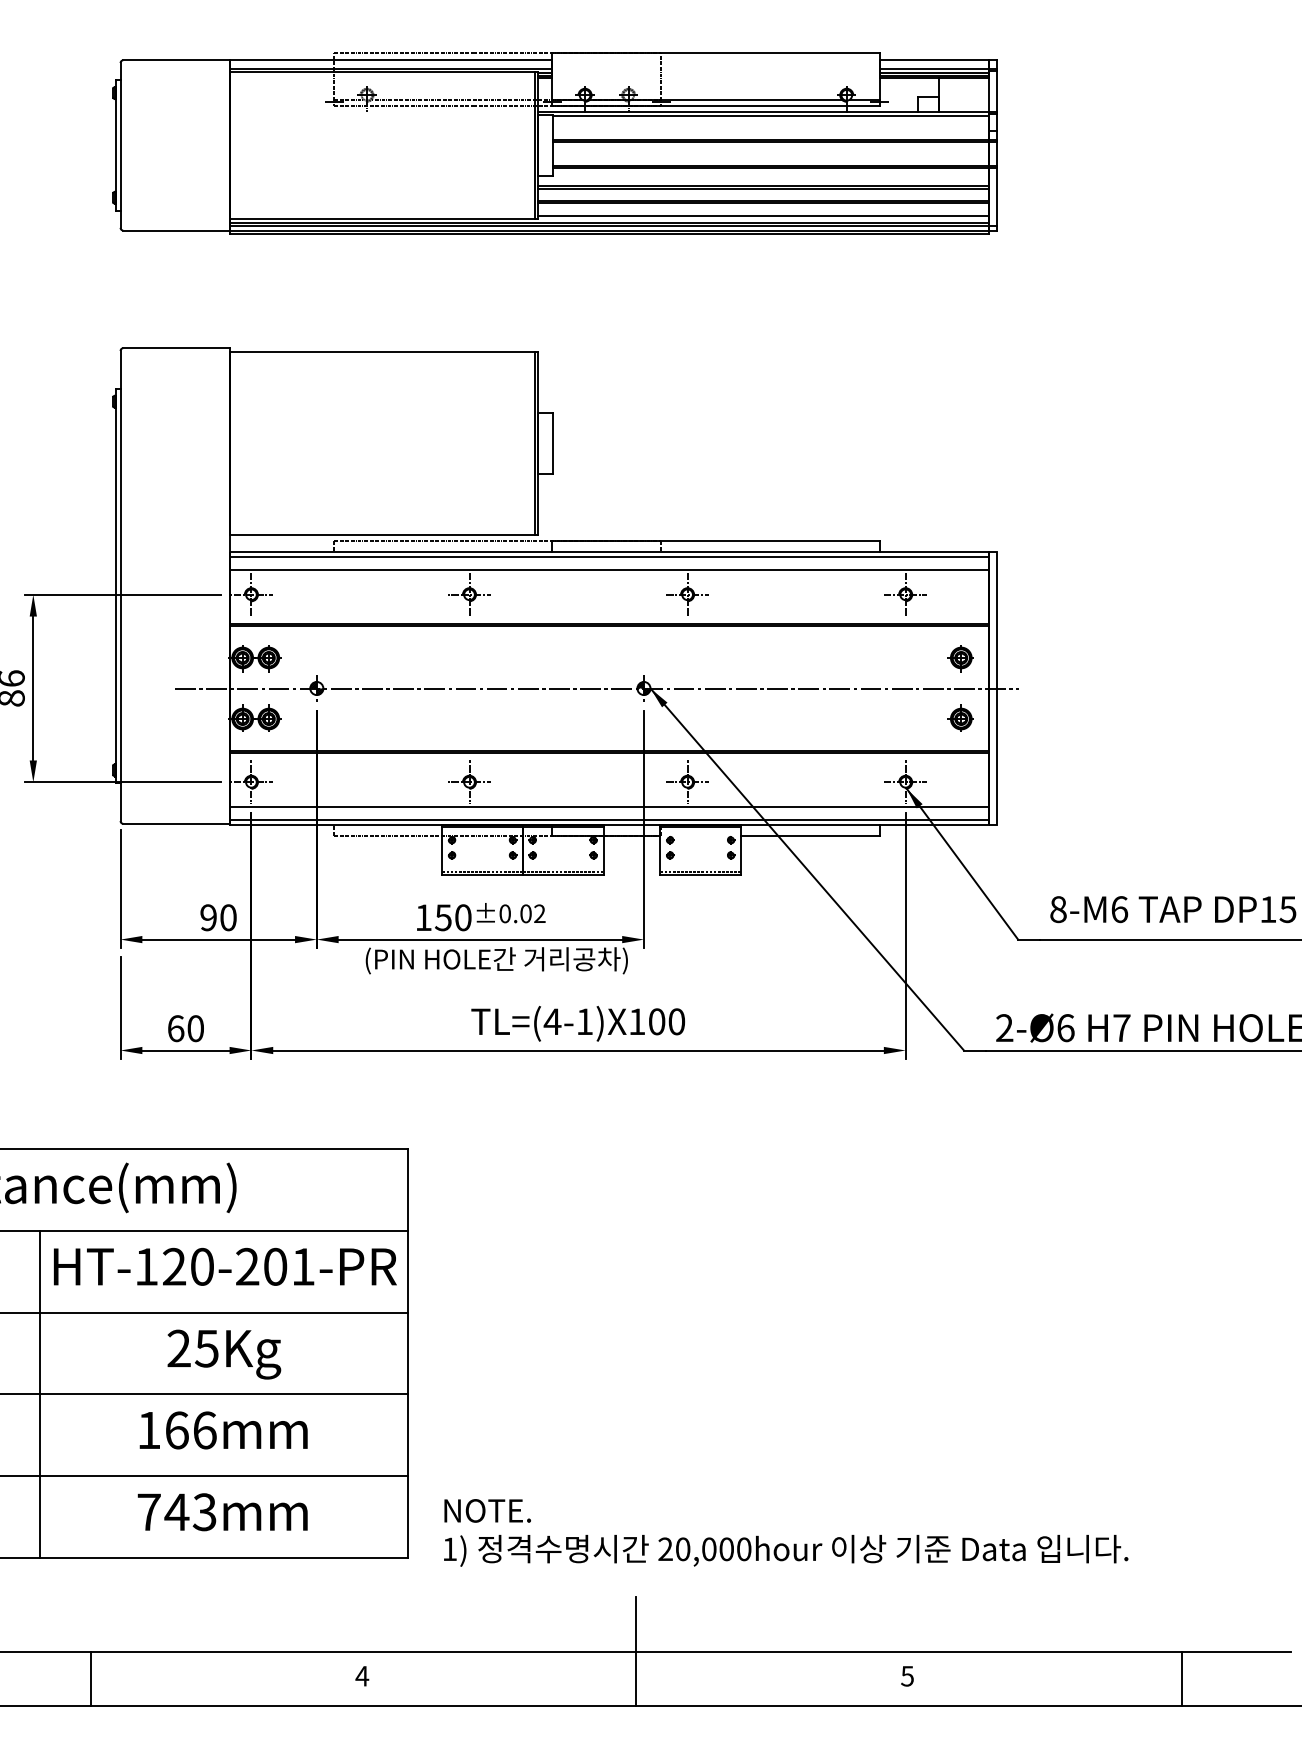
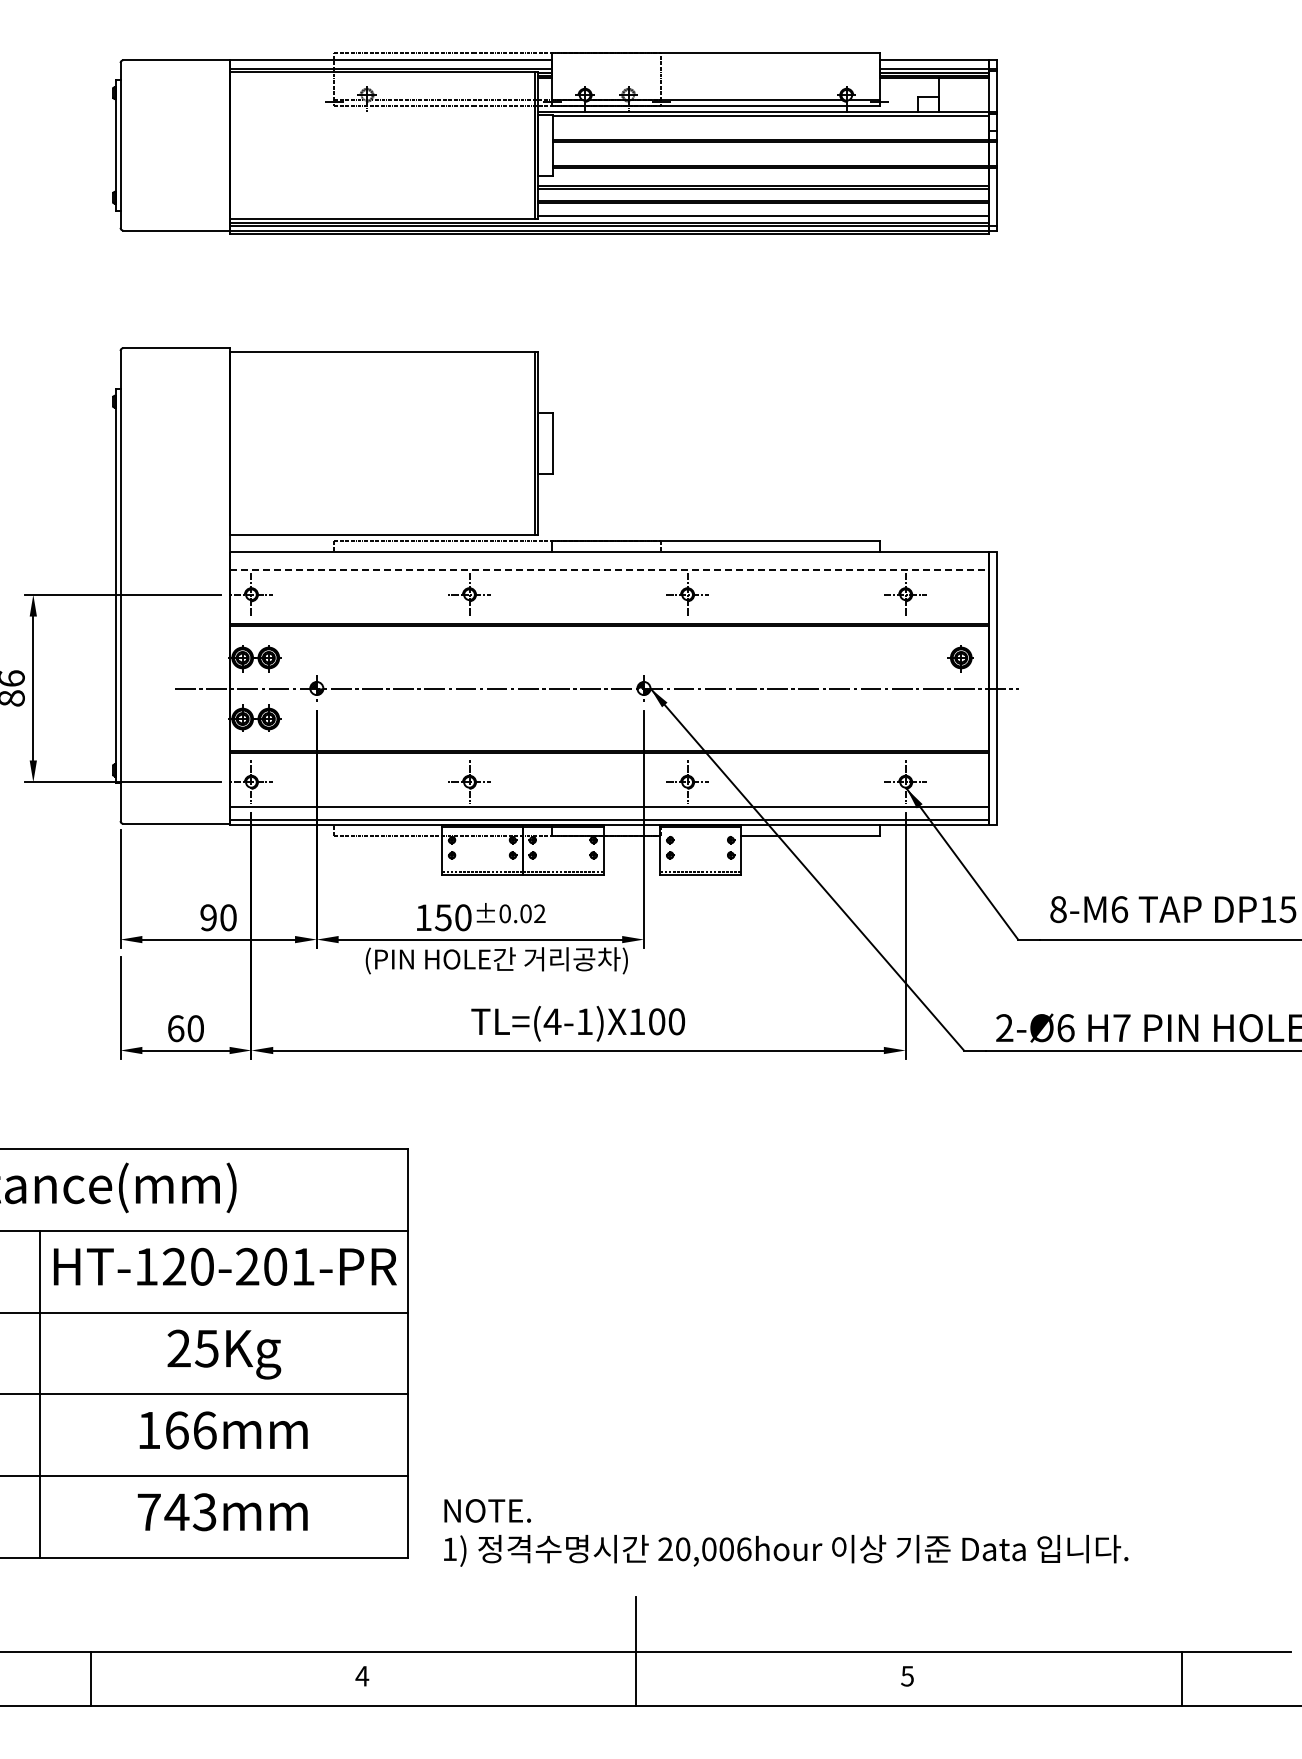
line at (608, 556): present -> none
line at (609, 569): solid -> dashed
part at (960, 717): present -> none
text at (744, 1549): 20,000hour -> 20,006hour
